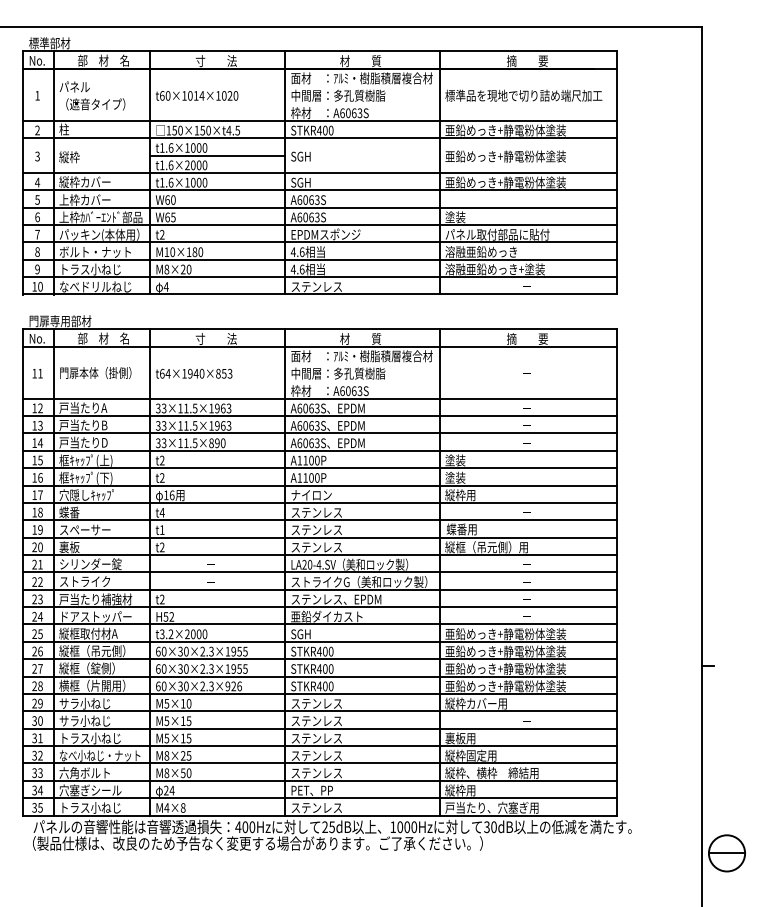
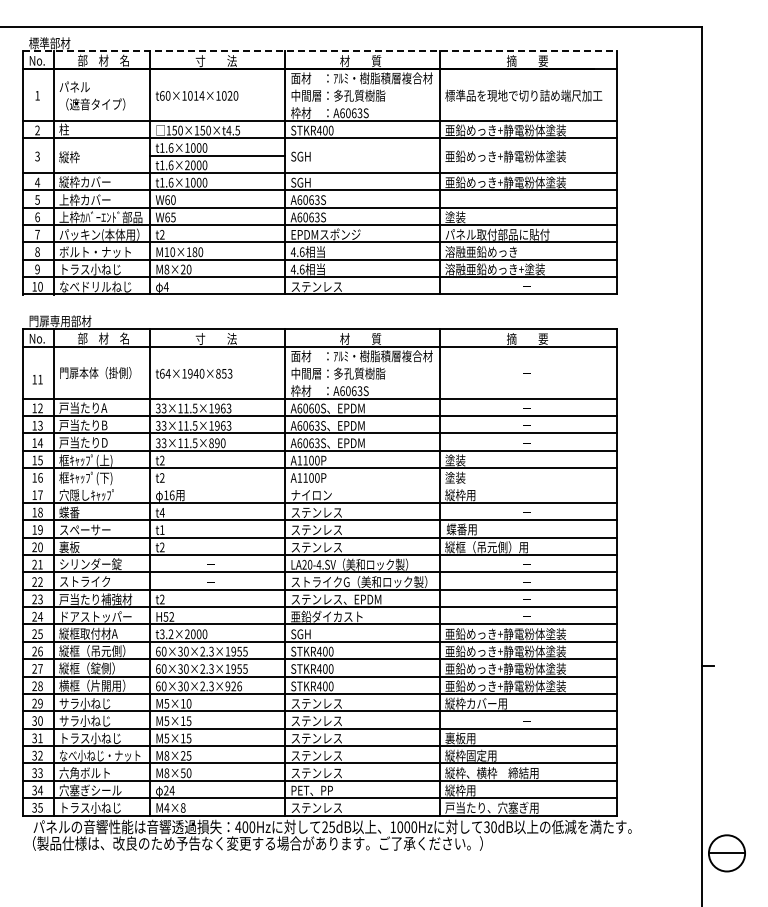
line at (320, 51): solid -> dashed
text at (37, 373) position: (37, 373) -> (37, 379)
text at (317, 408): A6063S -> A6060S
line at (319, 485): present -> none
